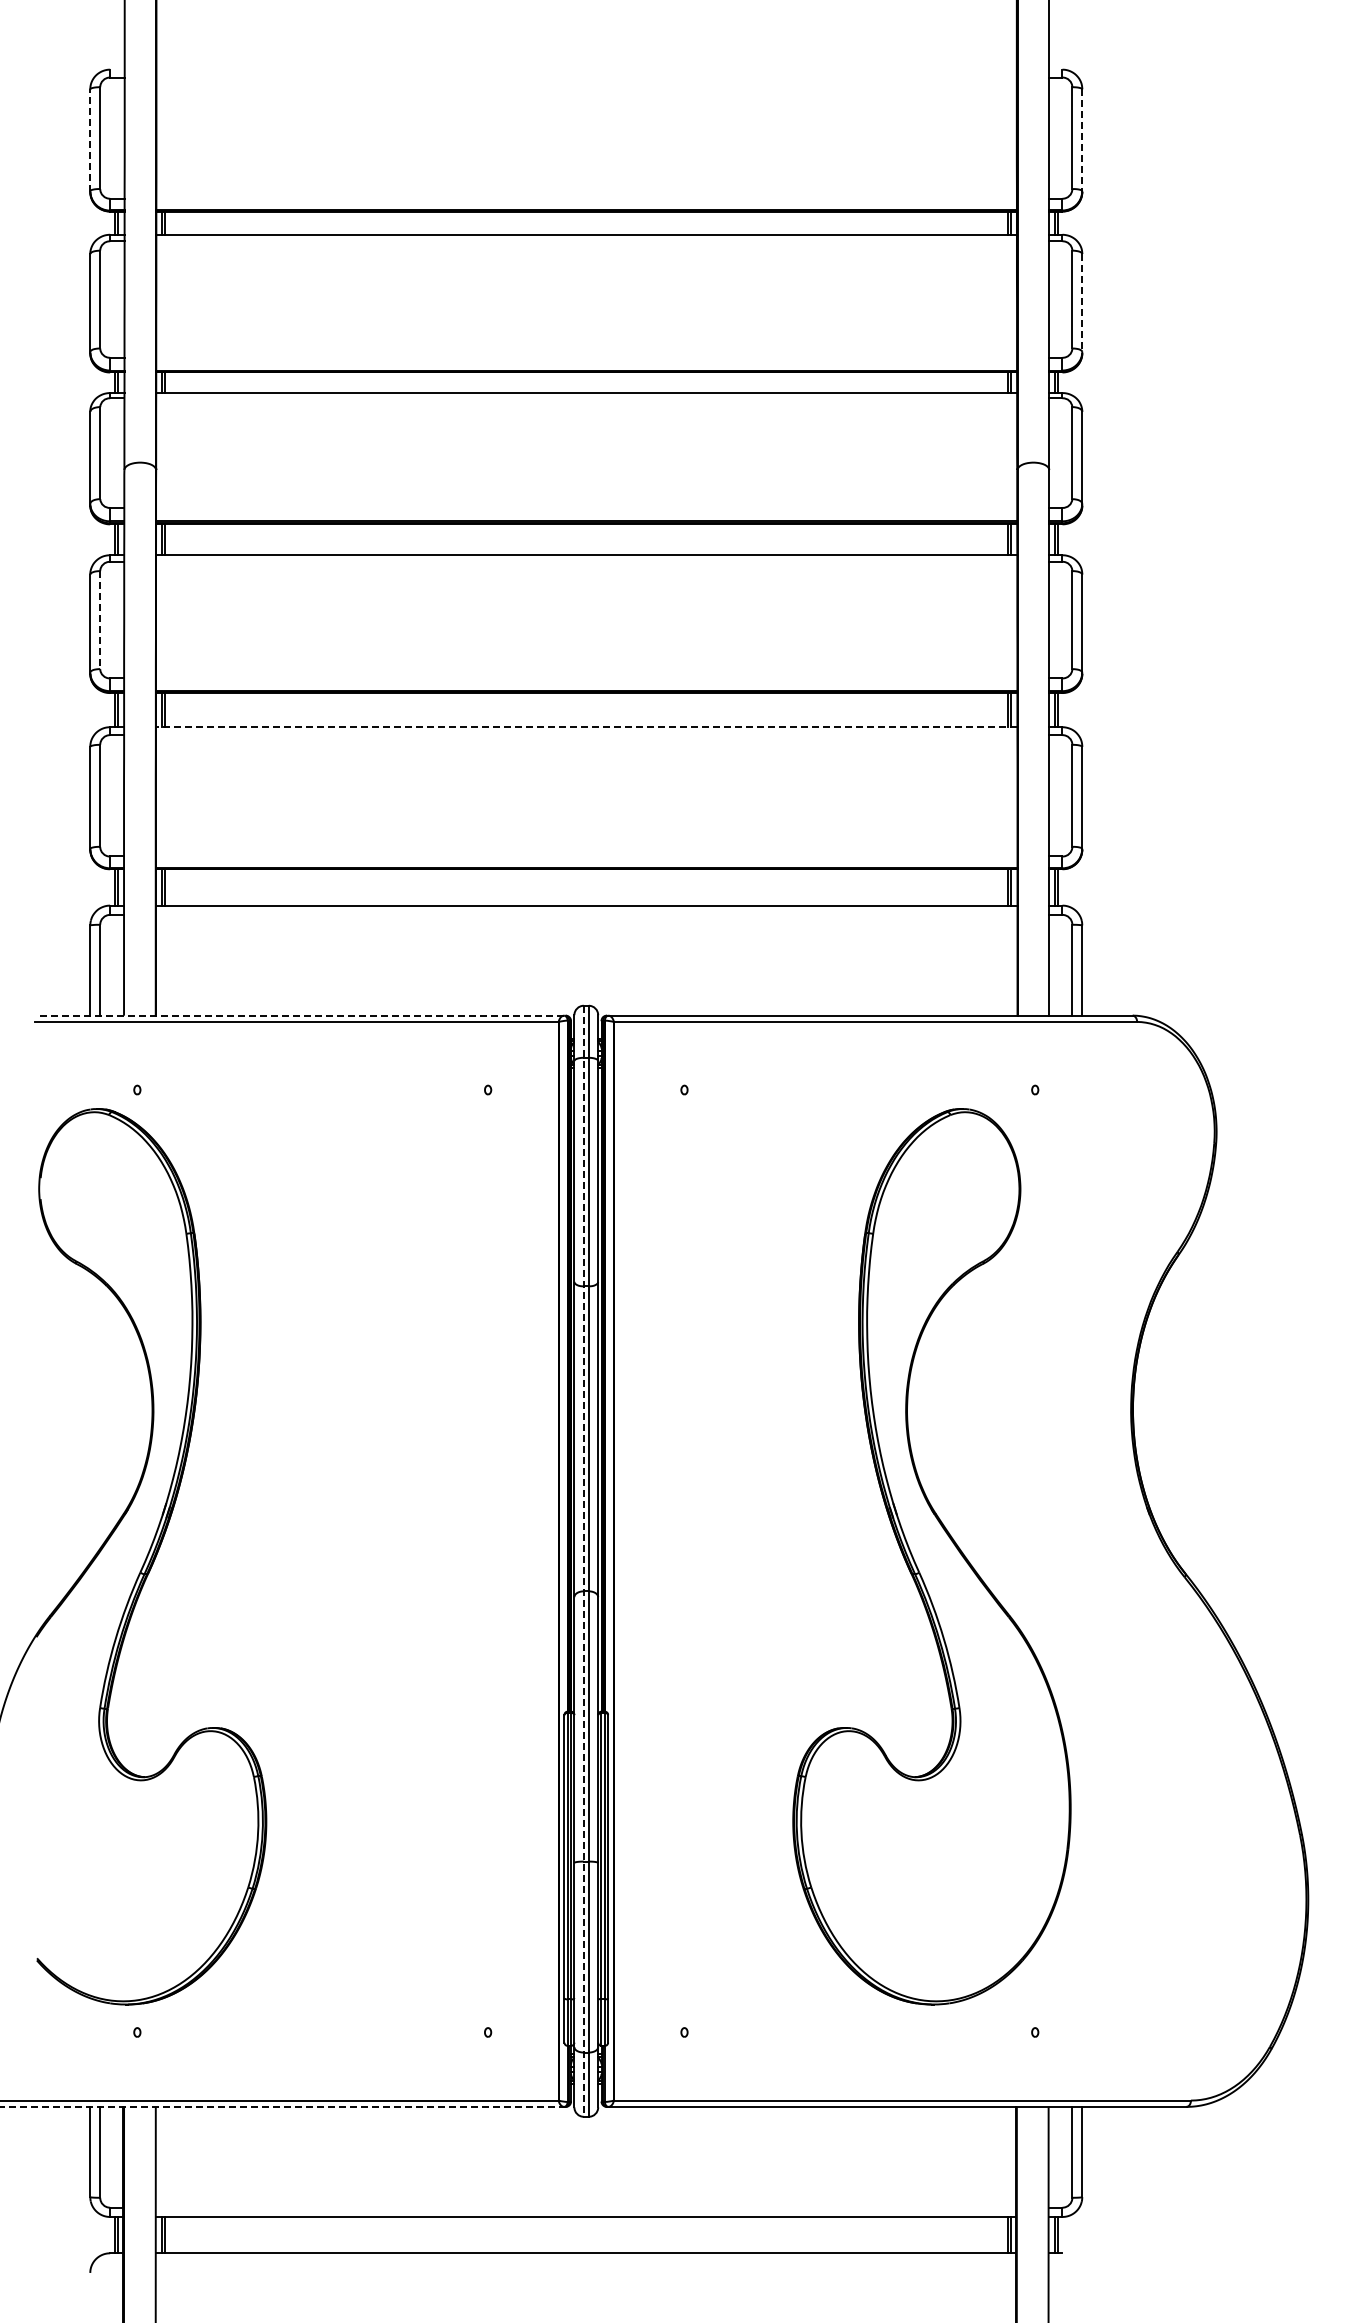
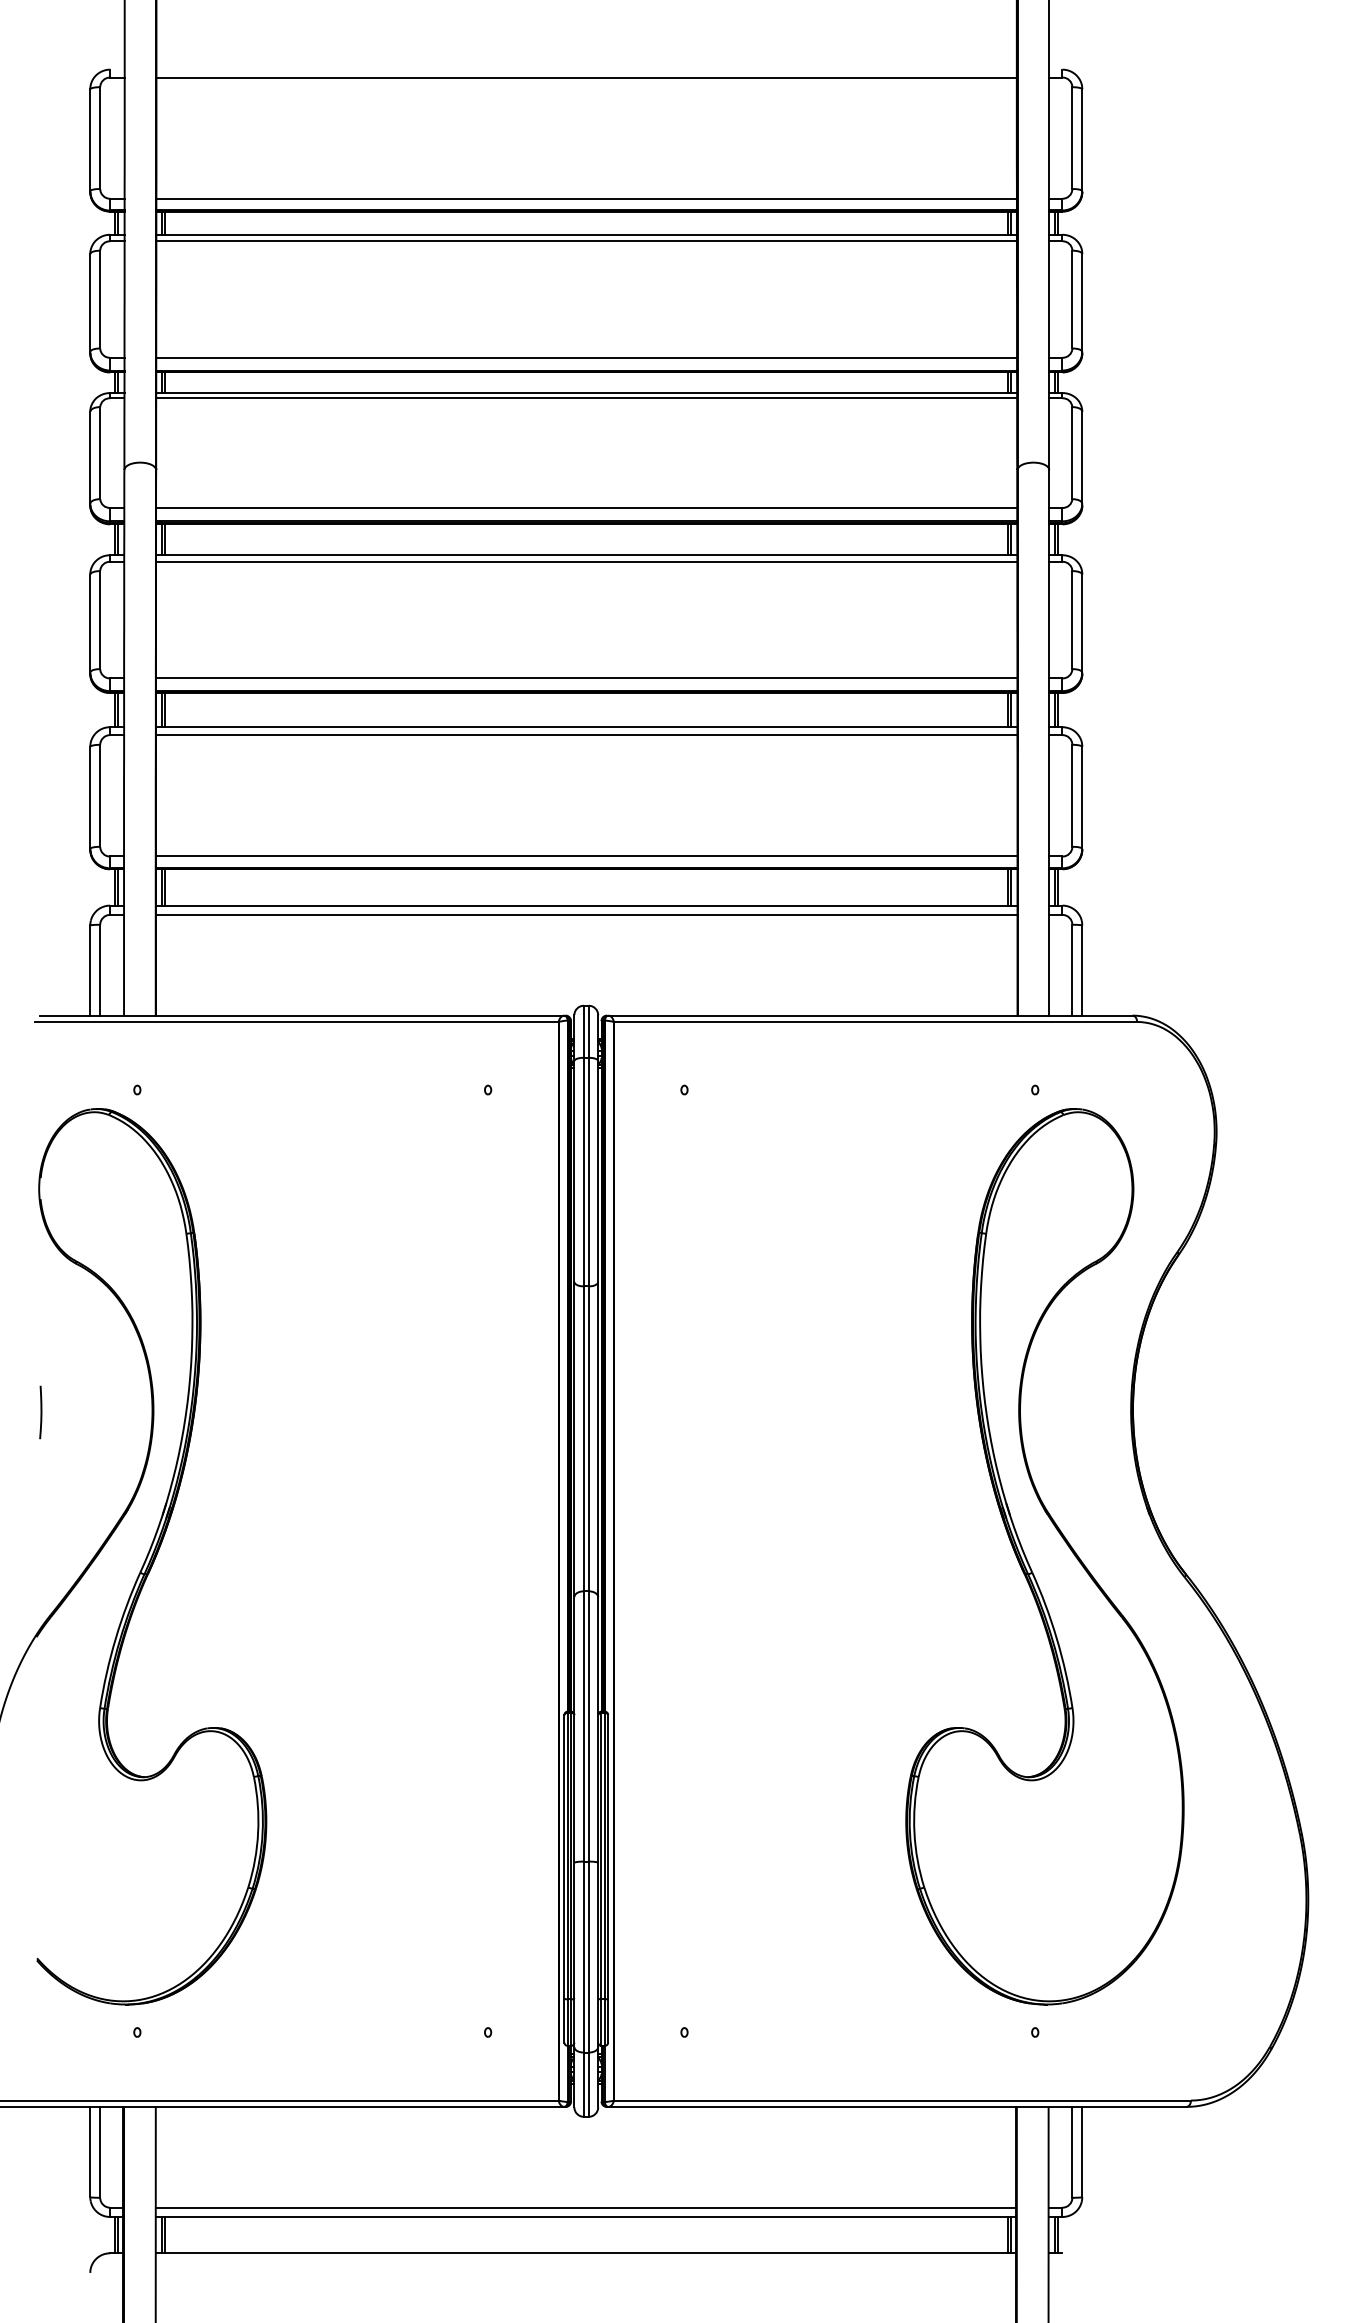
line at (586, 77): none -> present
line at (90, 140): dashed -> solid
line at (1082, 141): dashed -> solid
line at (586, 198): none -> present
line at (586, 241): none -> present
line at (1082, 303): dashed -> solid
line at (586, 357): none -> present
line at (586, 398): none -> present
line at (586, 507): none -> present
line at (586, 561): none -> present
line at (100, 620): dashed -> solid
line at (586, 678): none -> present
line at (586, 727): dashed -> solid
line at (586, 735): none -> present
line at (586, 856): none -> present
line at (586, 914): none -> present
line at (302, 1015): dashed -> solid
line at (40, 1412): none -> present
part at (931, 1556) position: (931, 1556) -> (1044, 1556)
line at (583, 1561): dashed -> solid
line at (282, 2106): dashed -> solid
line at (585, 2207): none -> present
